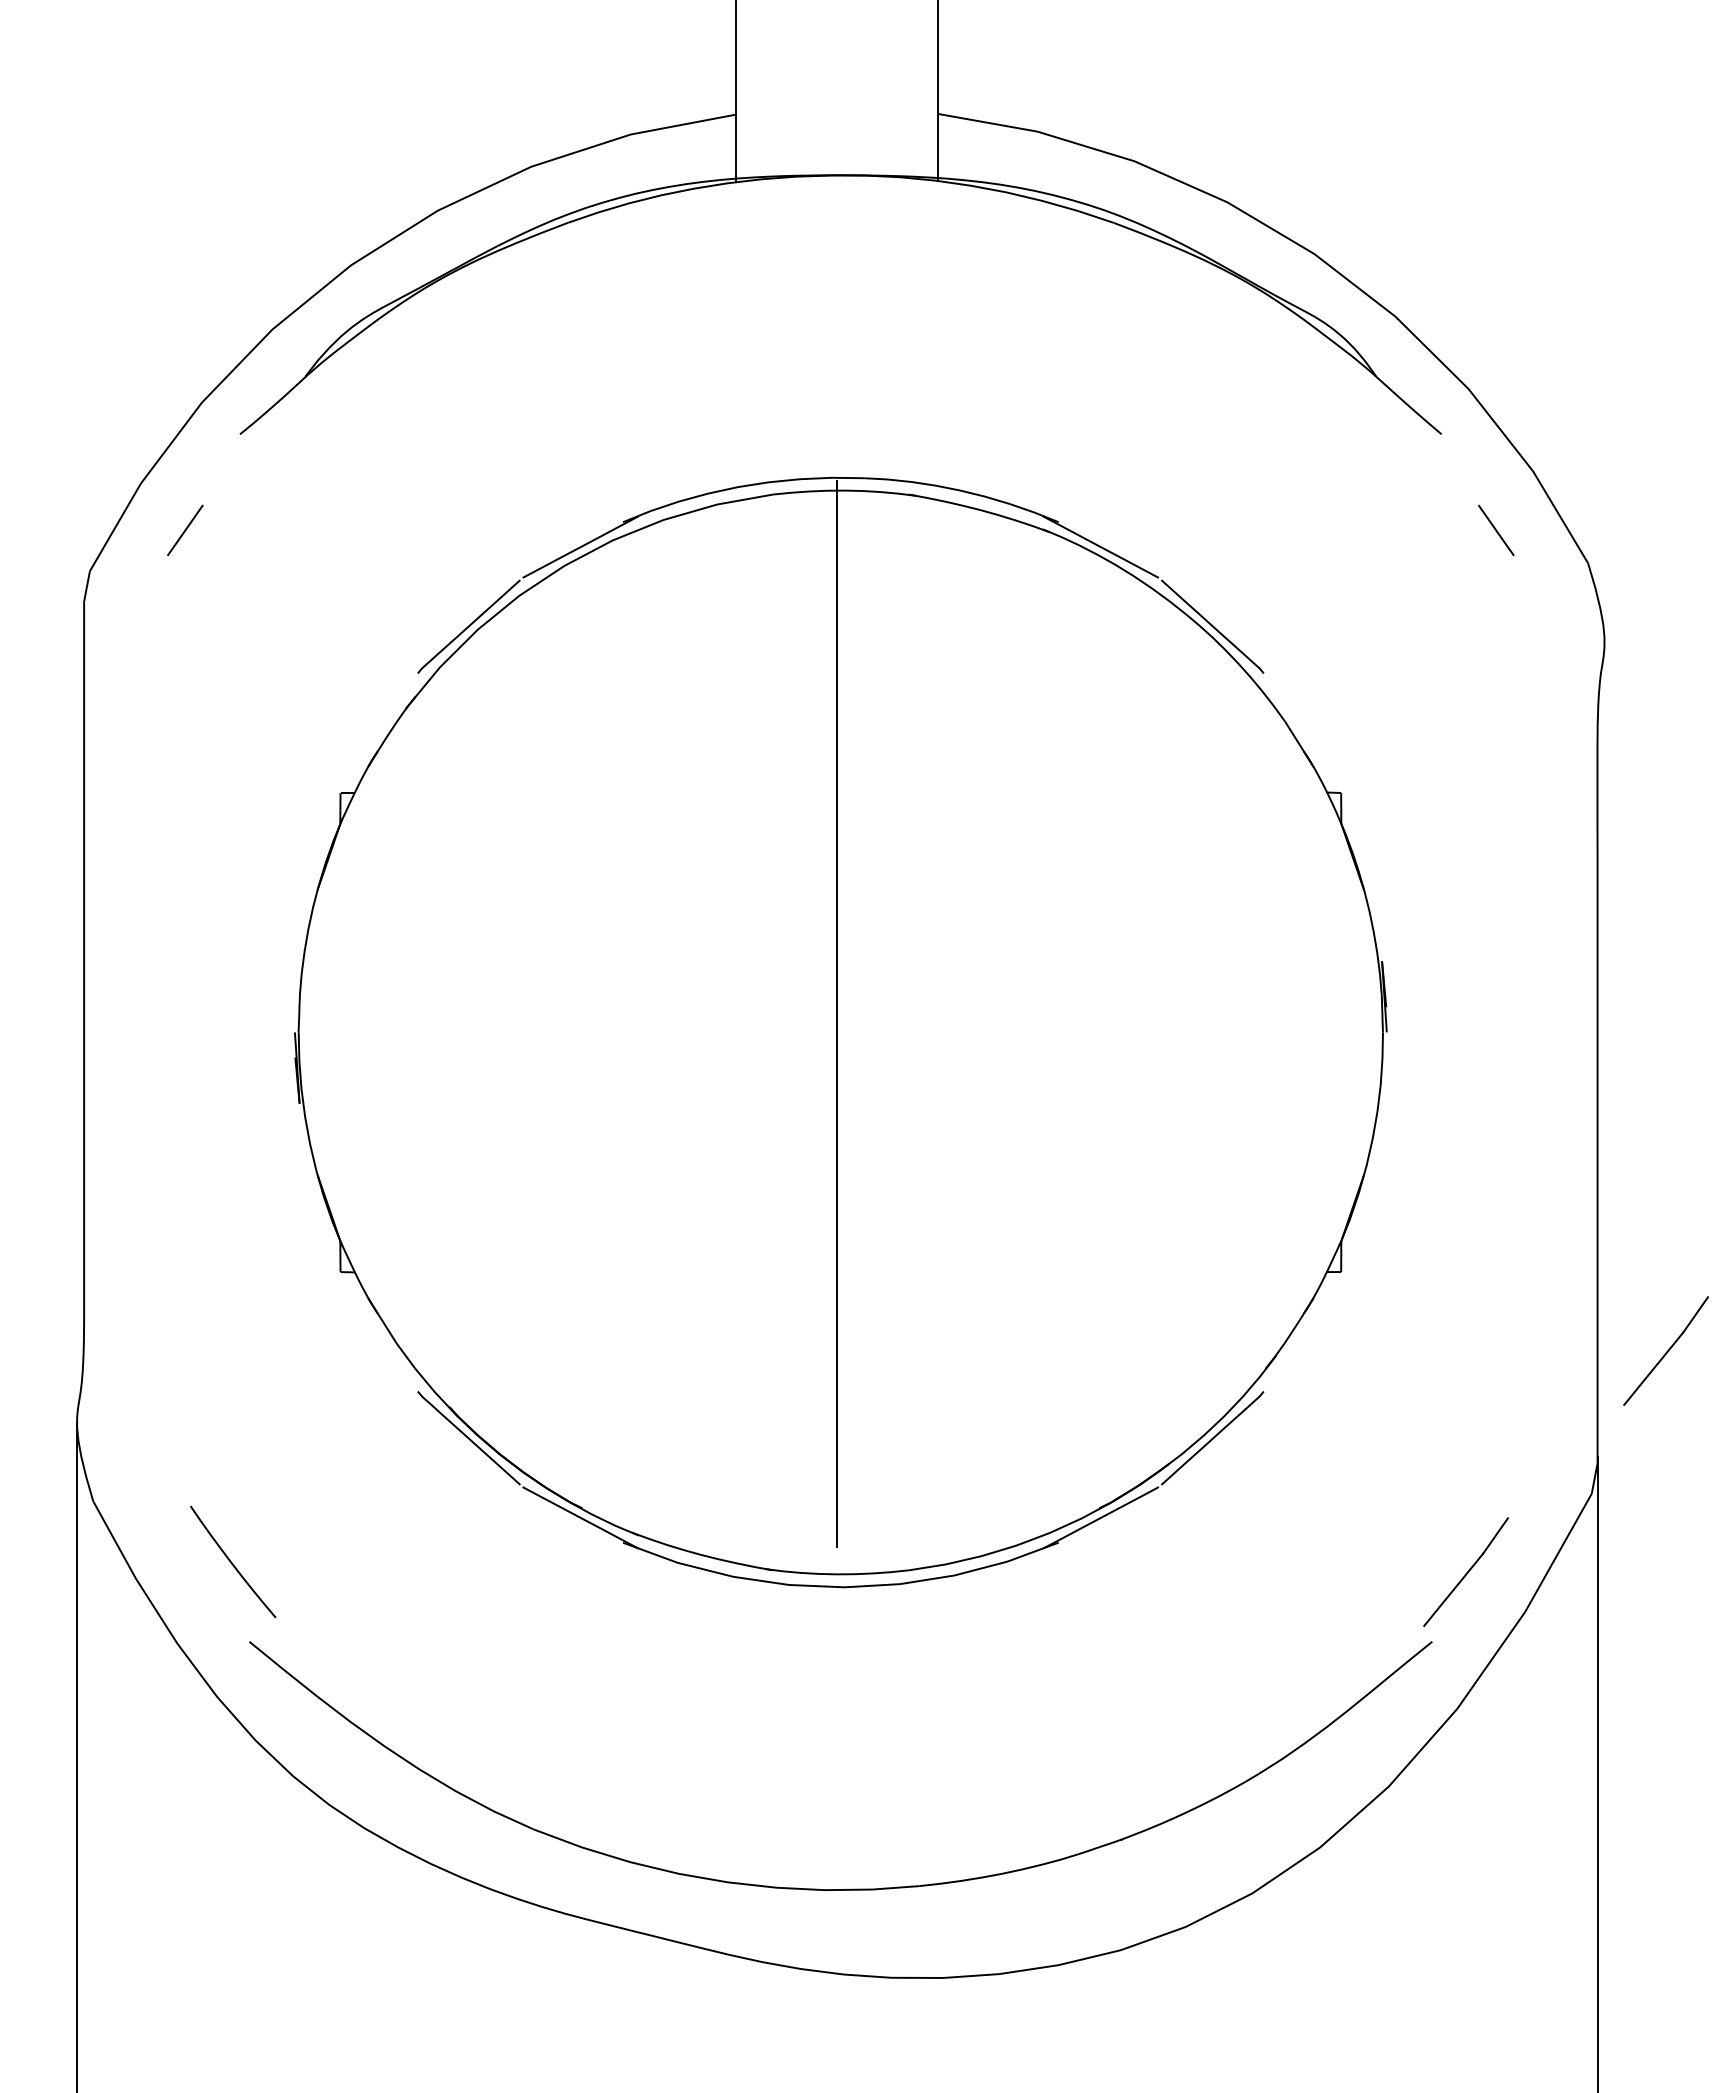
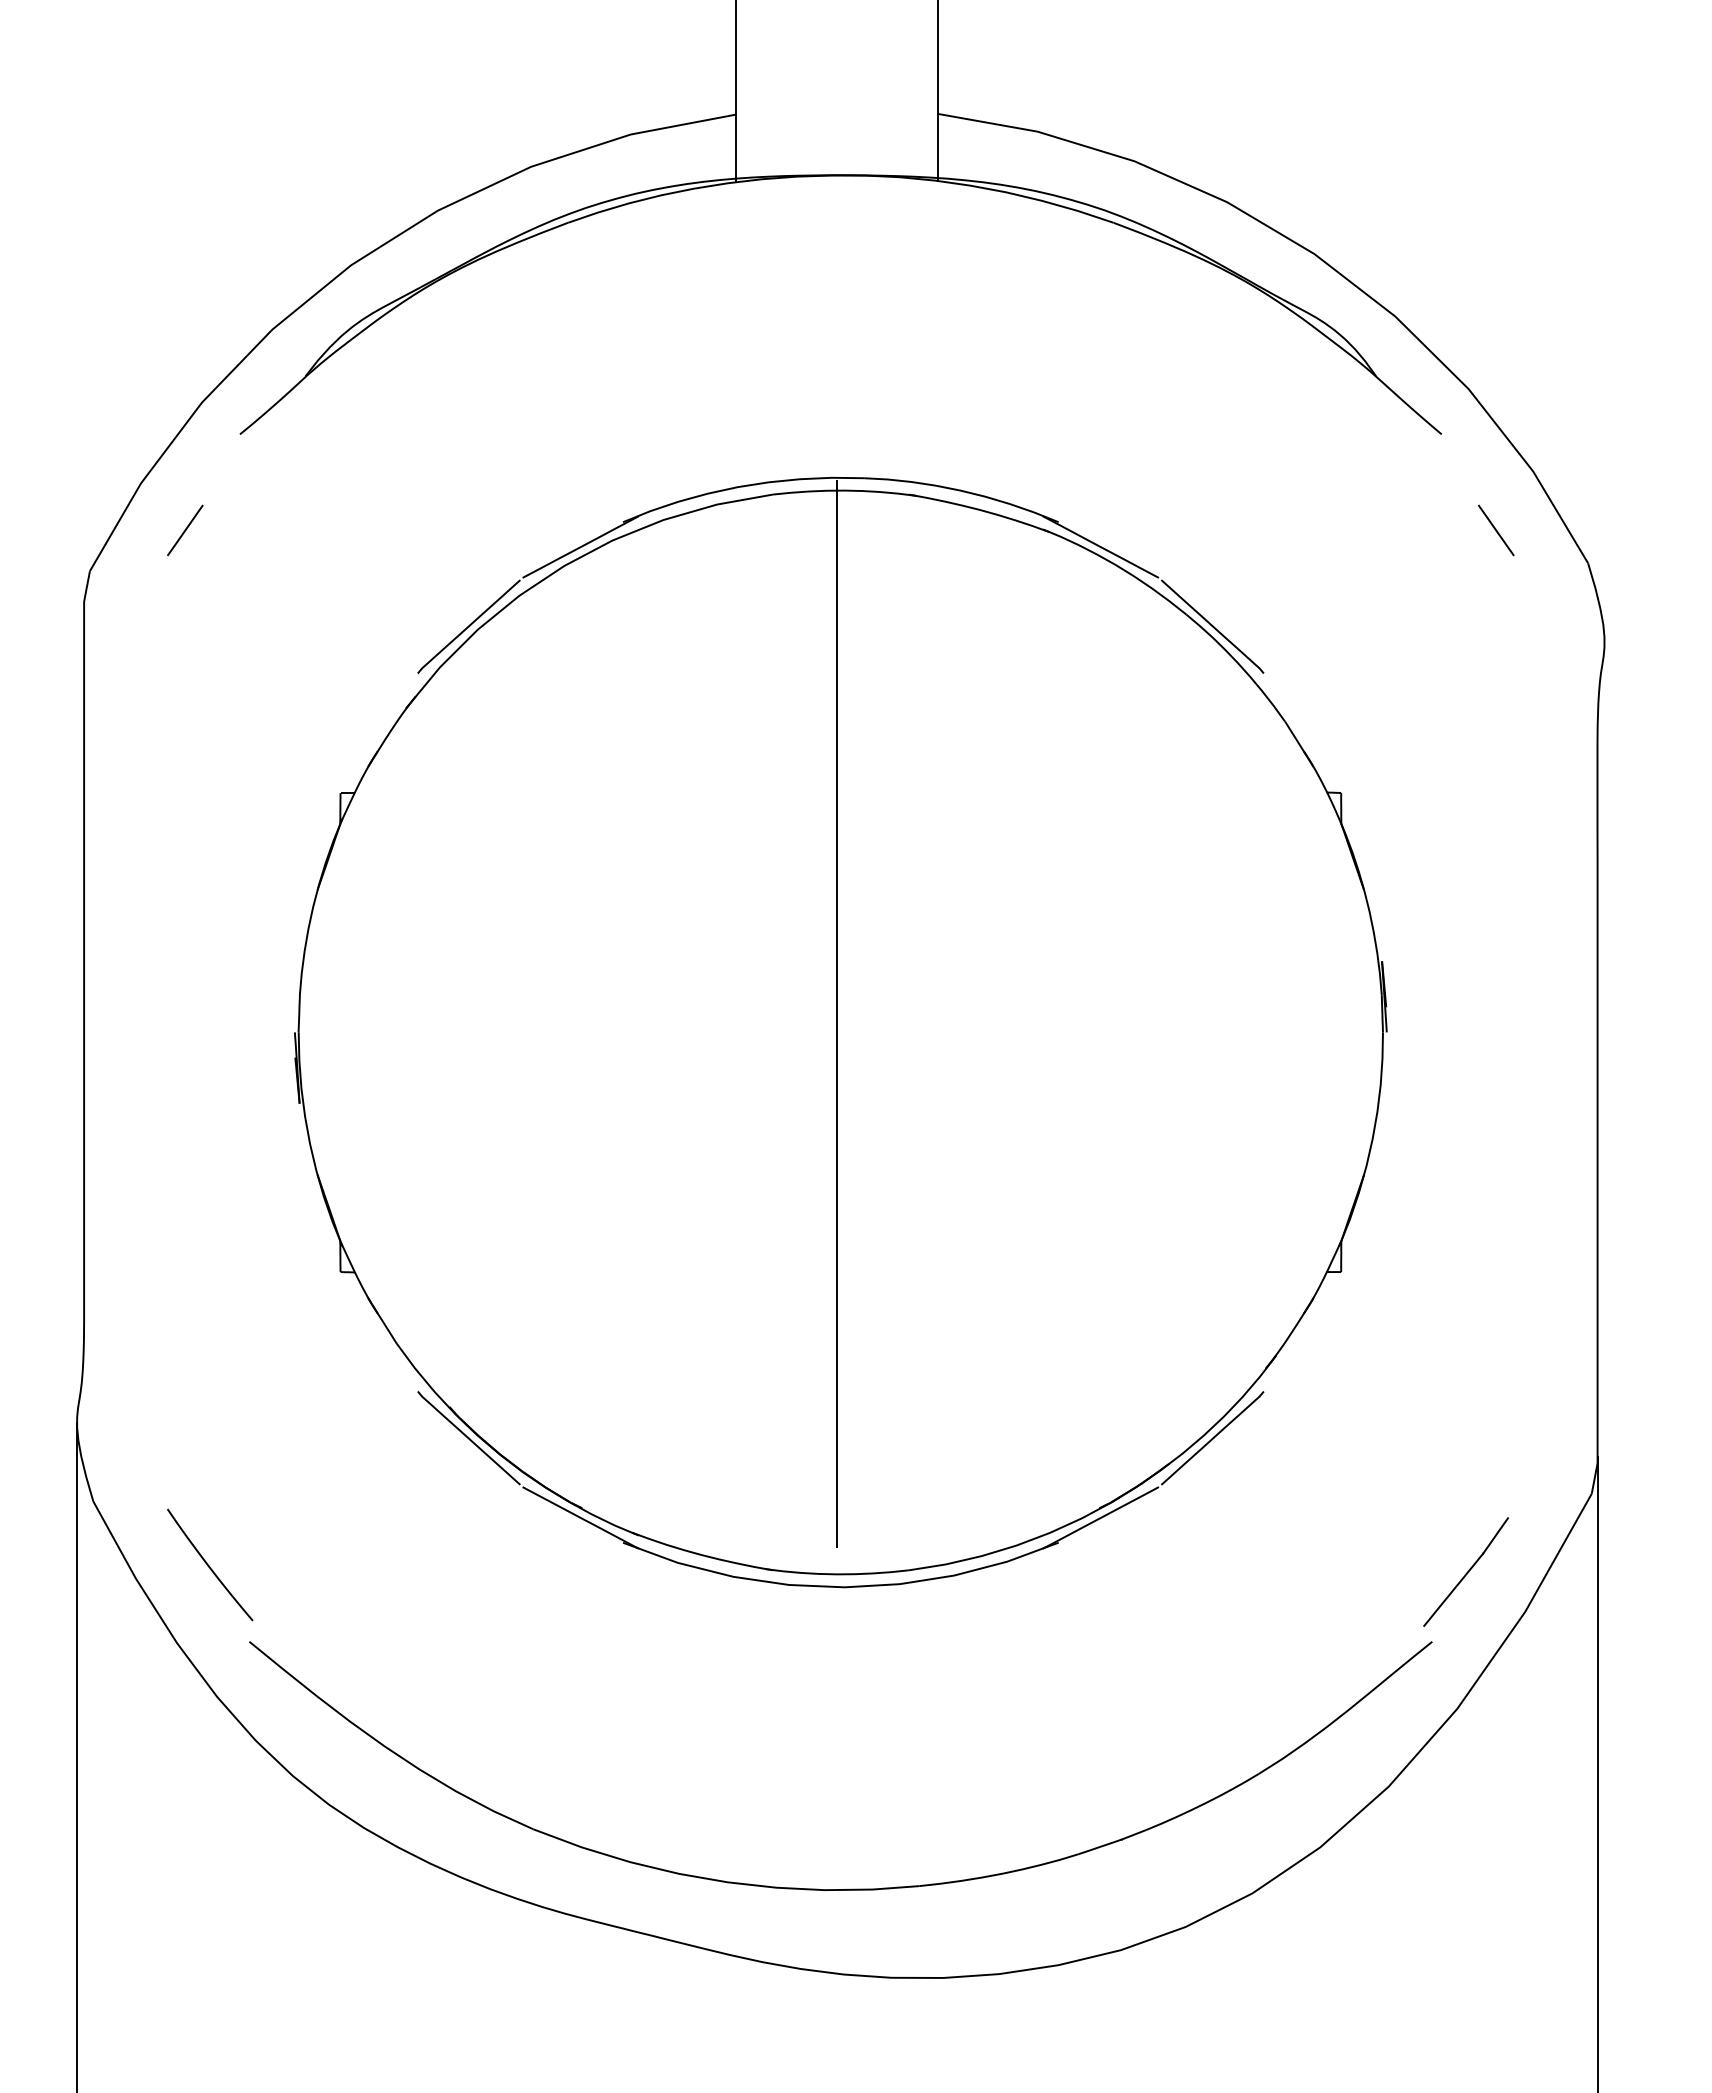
curve at (1666, 1351): present -> none
curve at (232, 1562) position: (232, 1562) -> (209, 1565)
